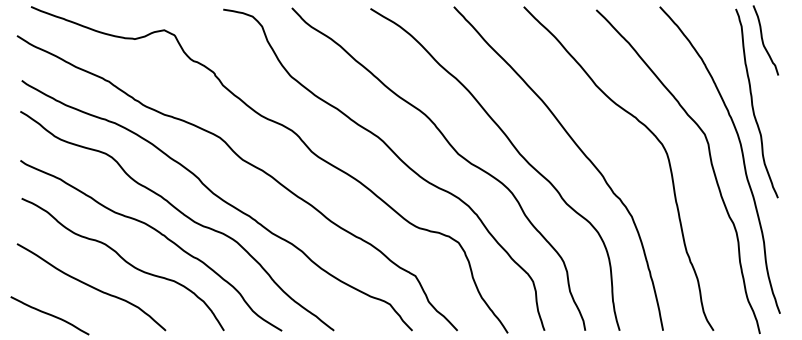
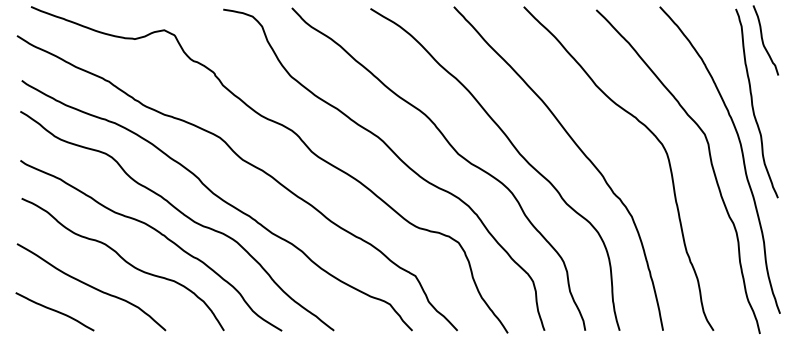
curve at (49, 315) position: (49, 315) -> (54, 311)
